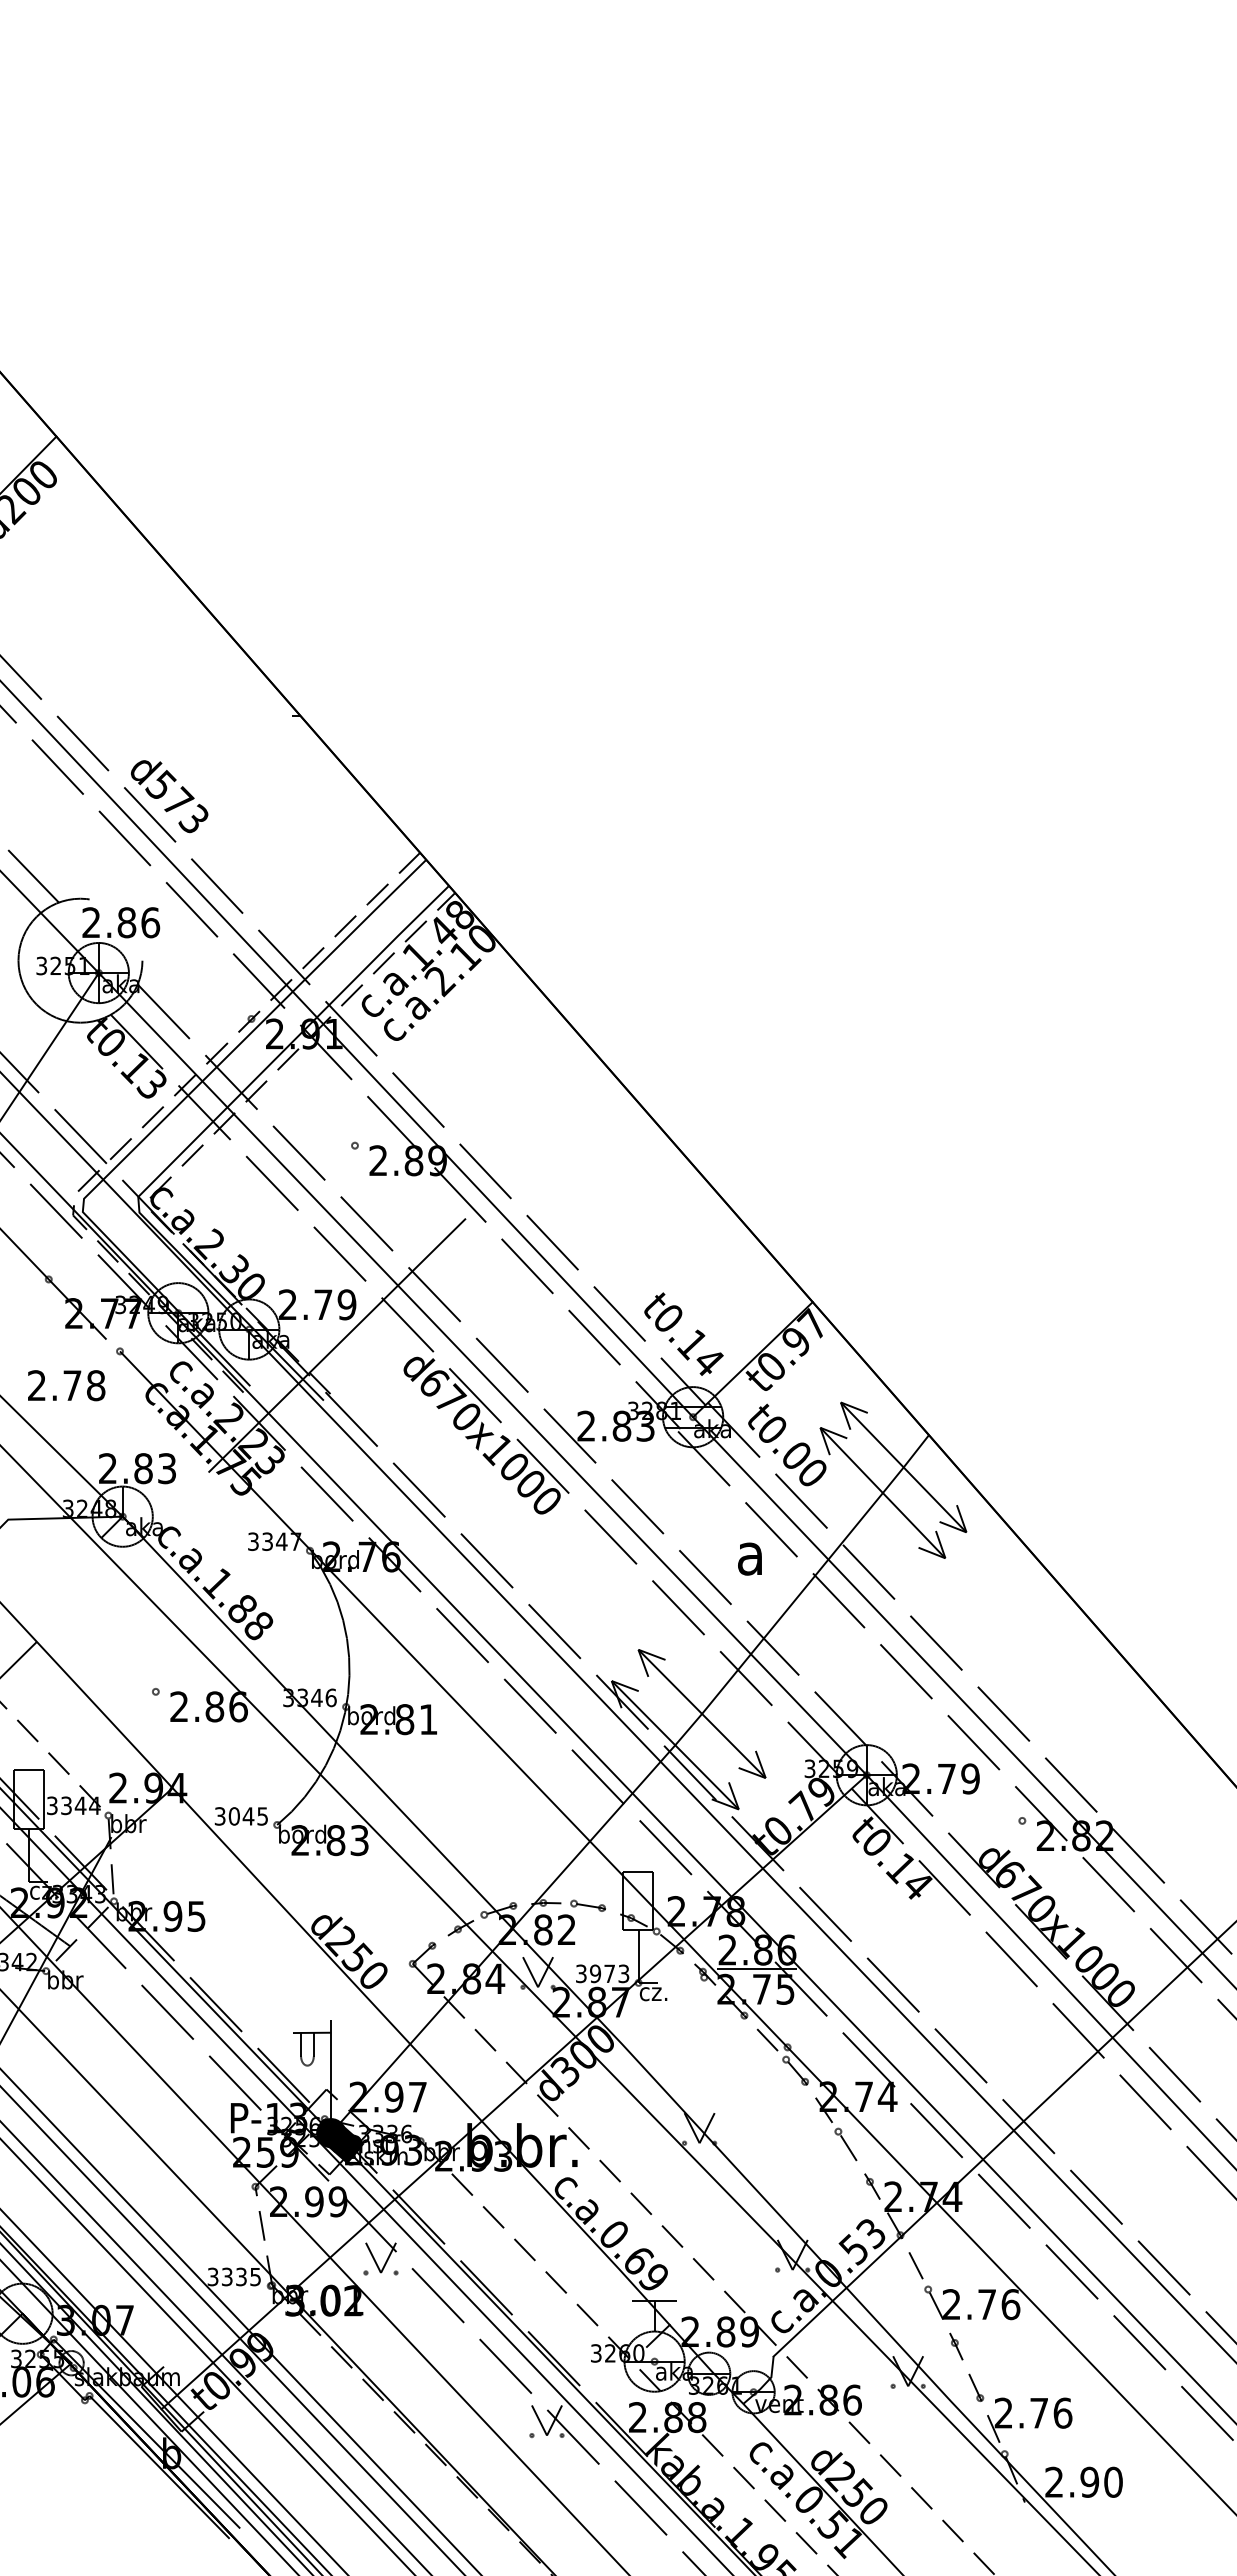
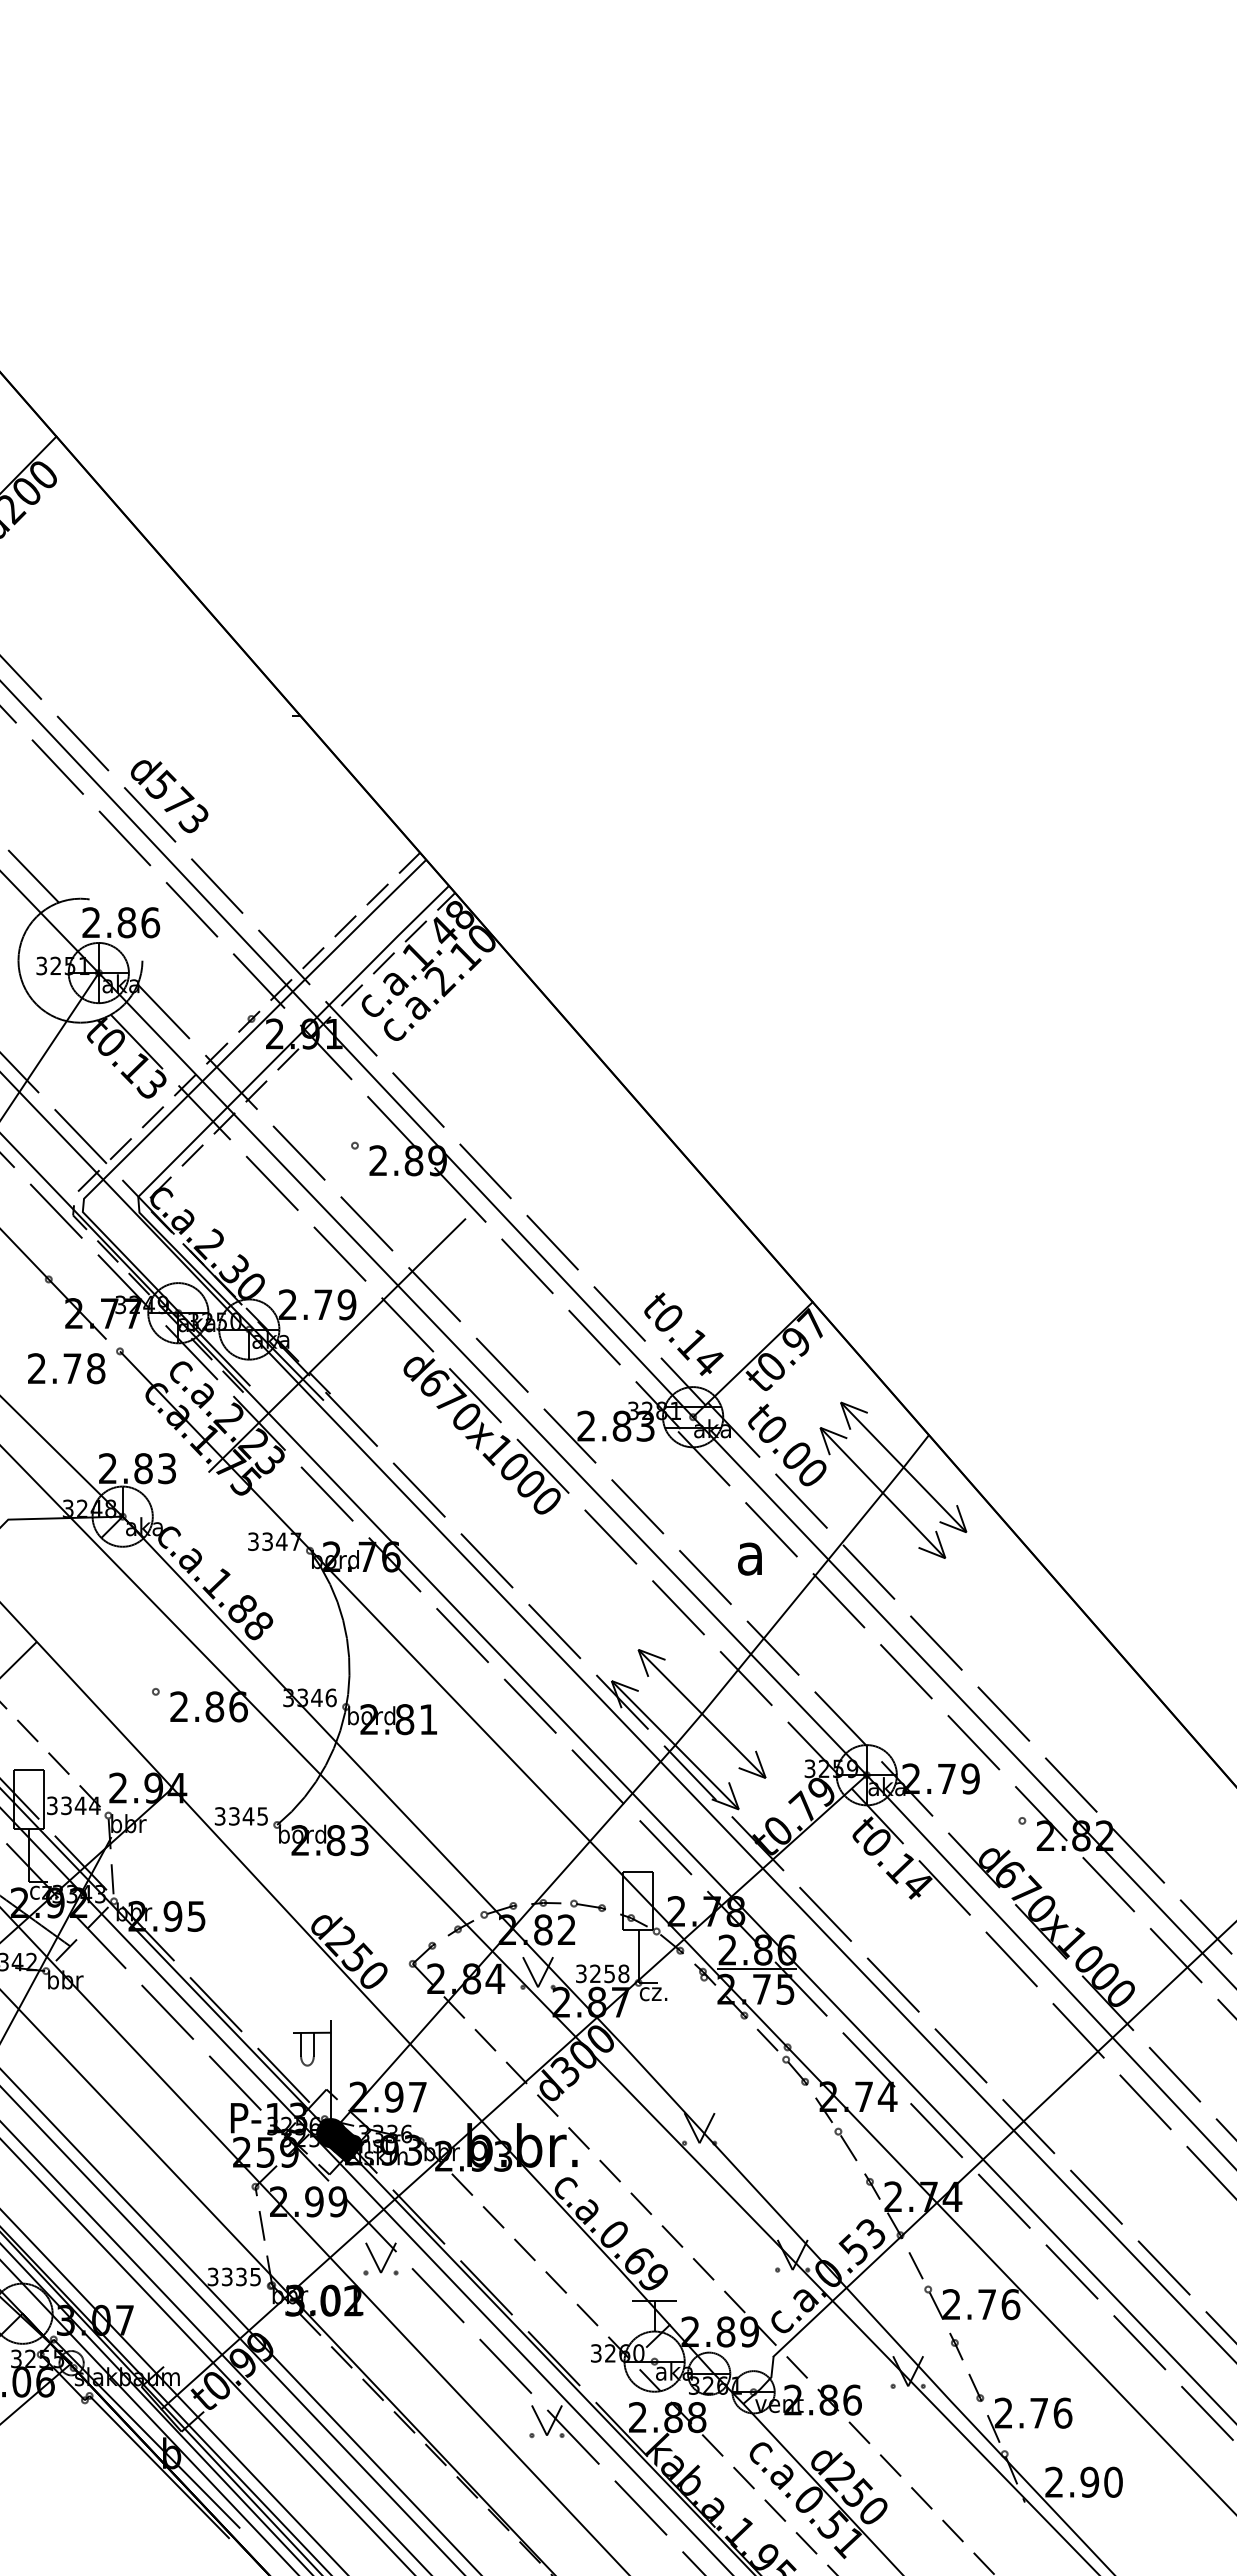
text at (66, 1385) position: (66, 1385) -> (66, 1368)
text at (233, 1816): 3045 -> 3345
text at (609, 1973): 3973 -> 3258
